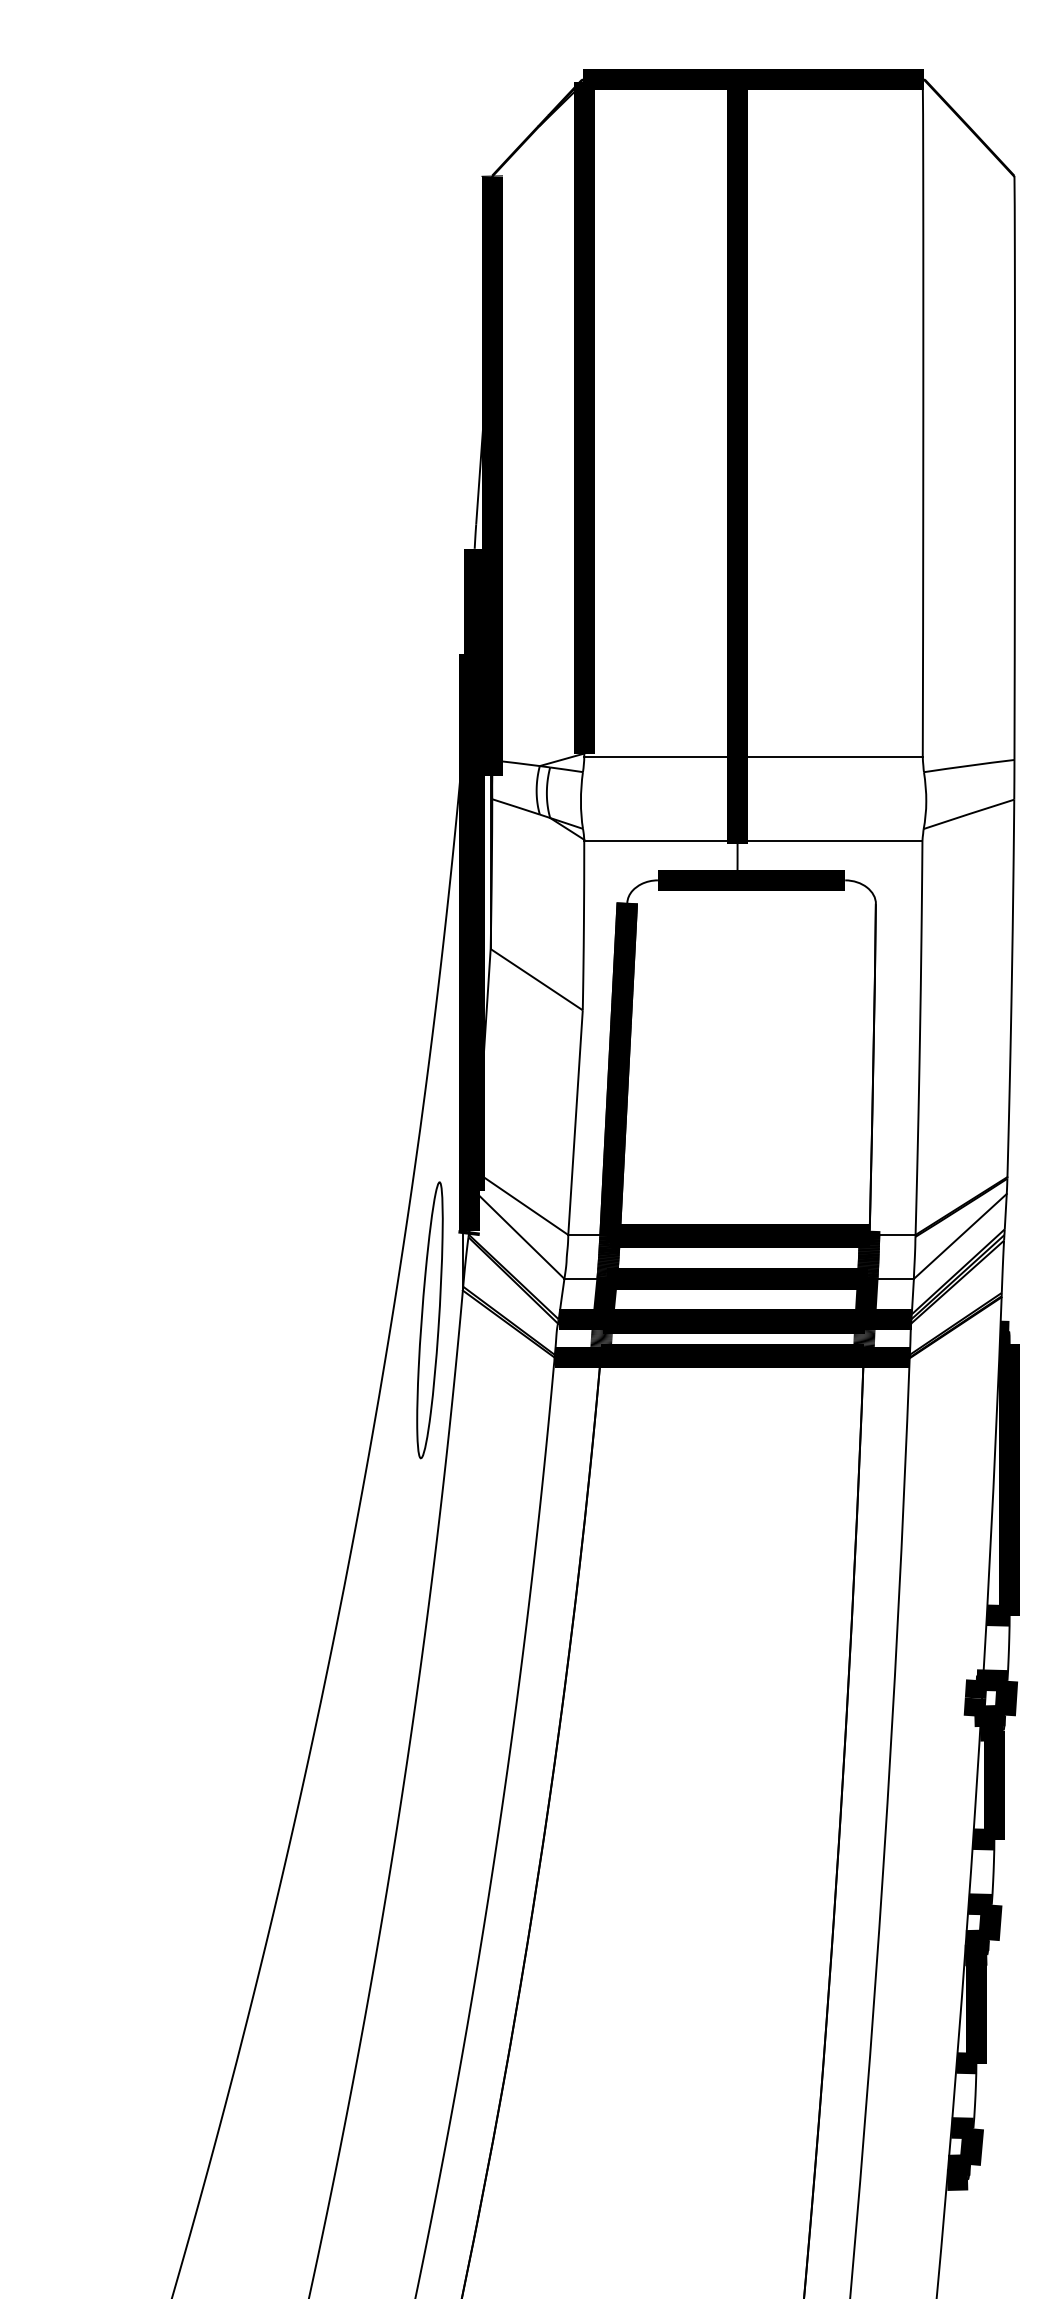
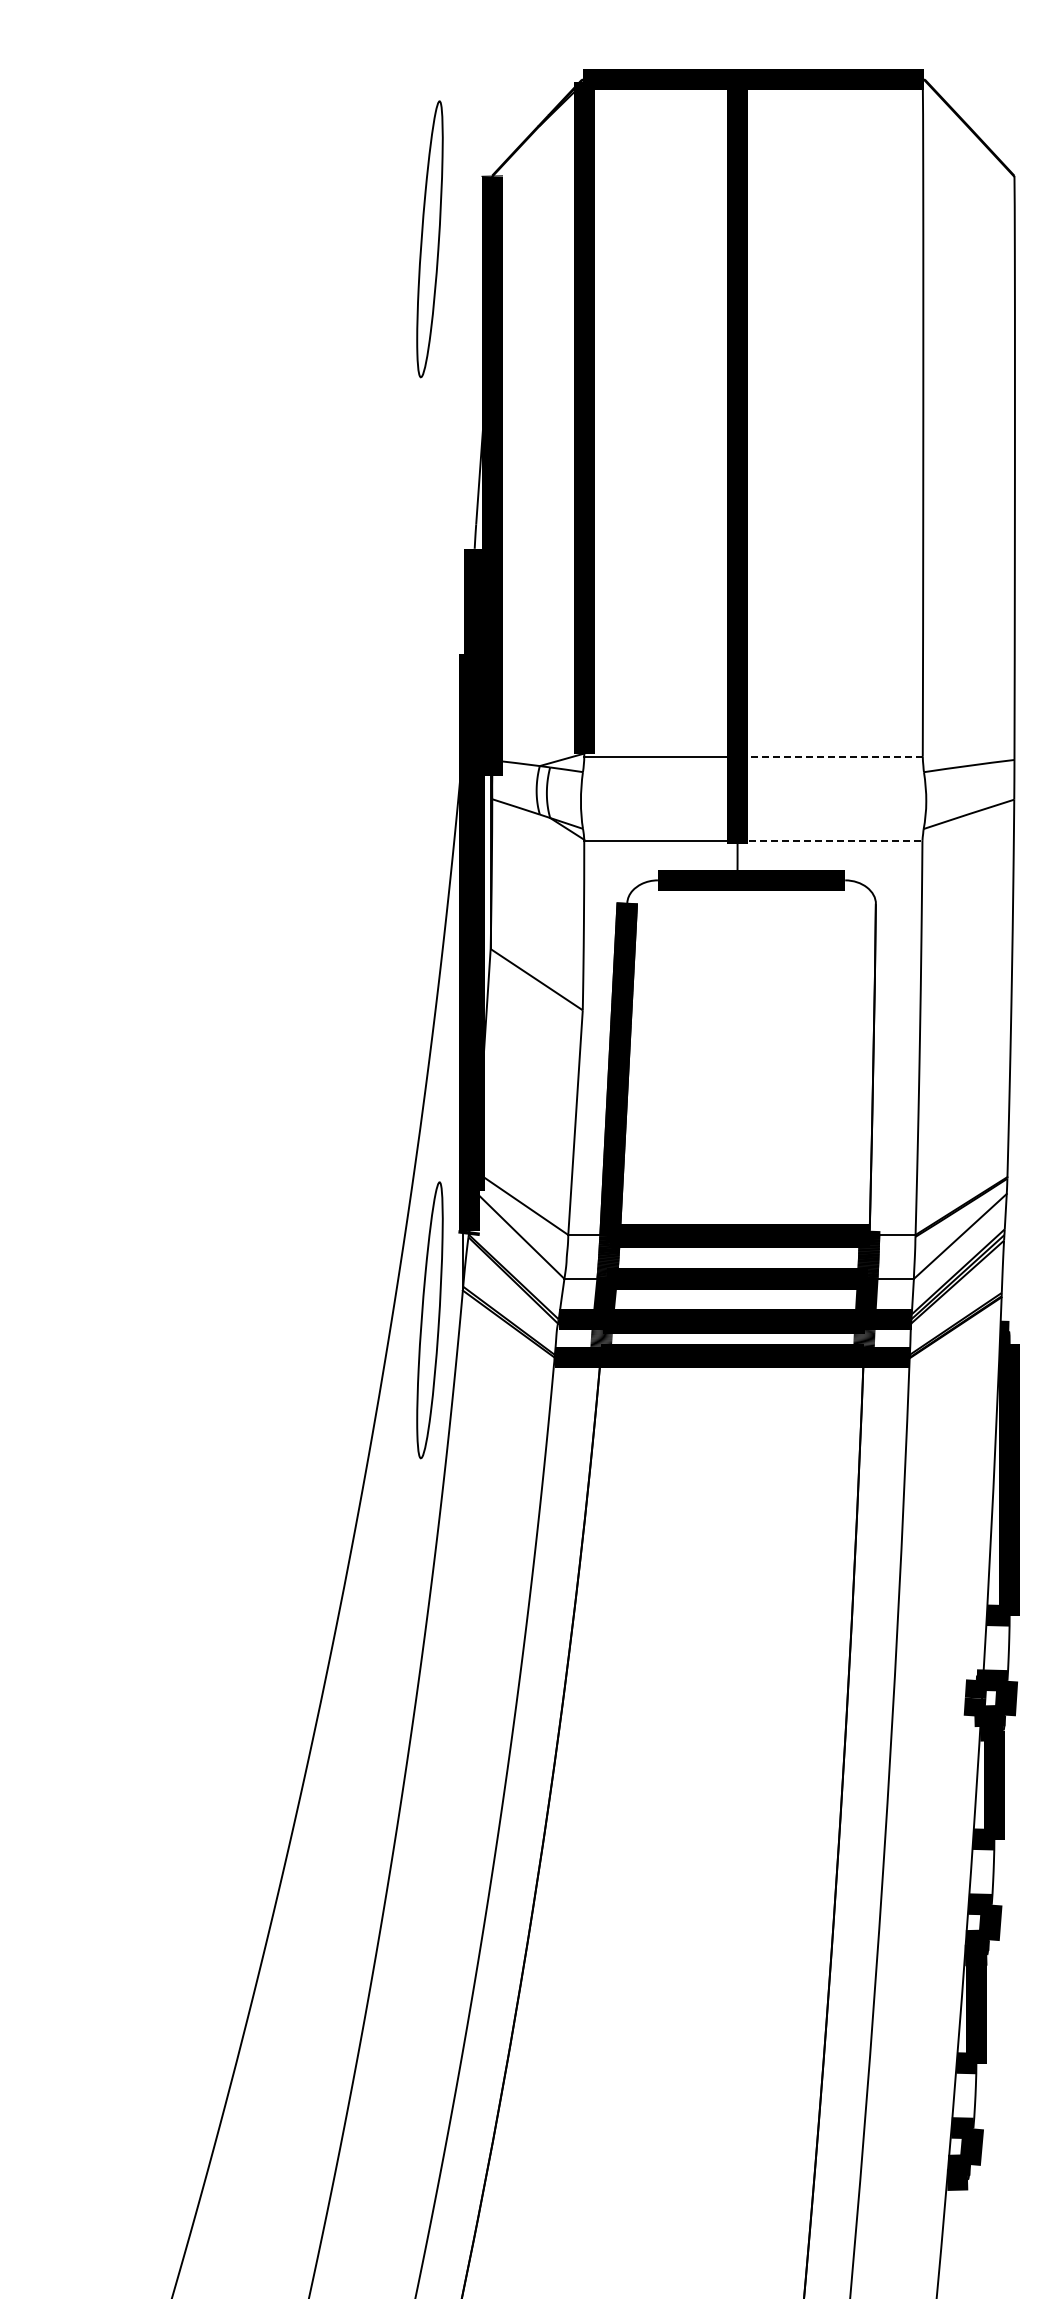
part at (429, 239): none -> present
line at (830, 756): solid -> dashed
line at (830, 840): solid -> dashed
